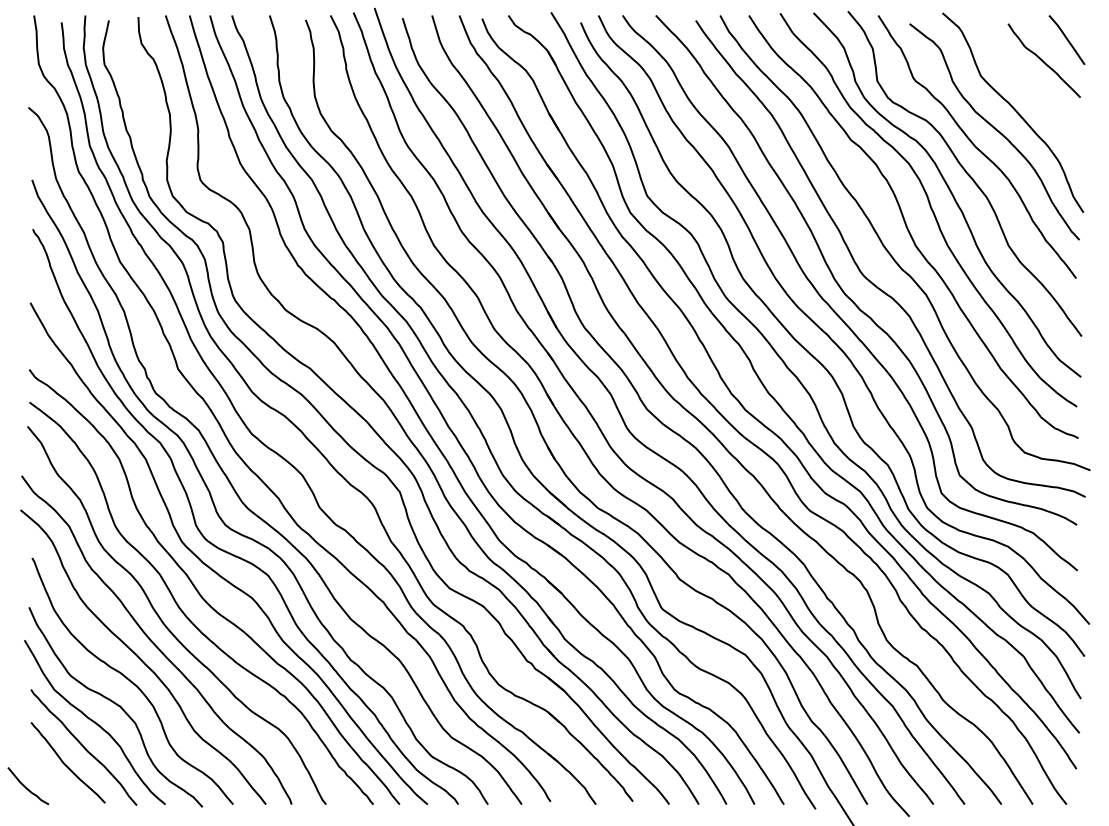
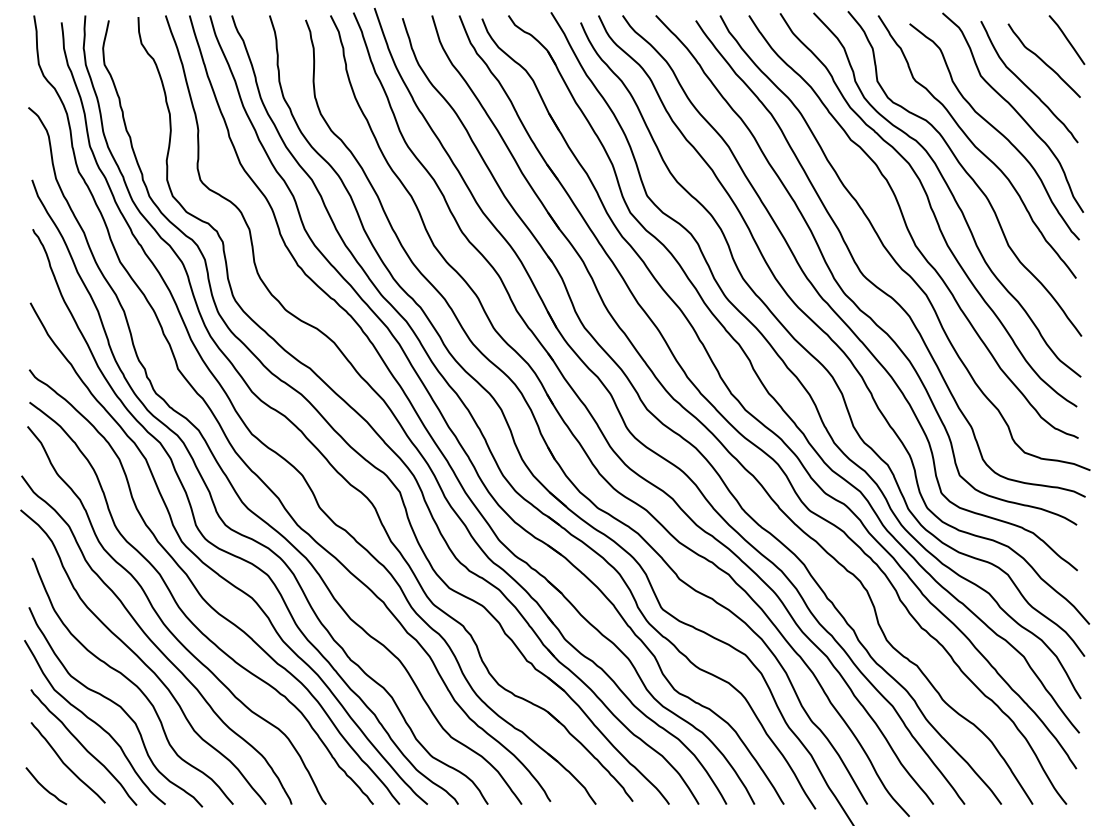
curve at (1026, 84): none -> present
curve at (27, 787) position: (27, 787) -> (45, 787)
